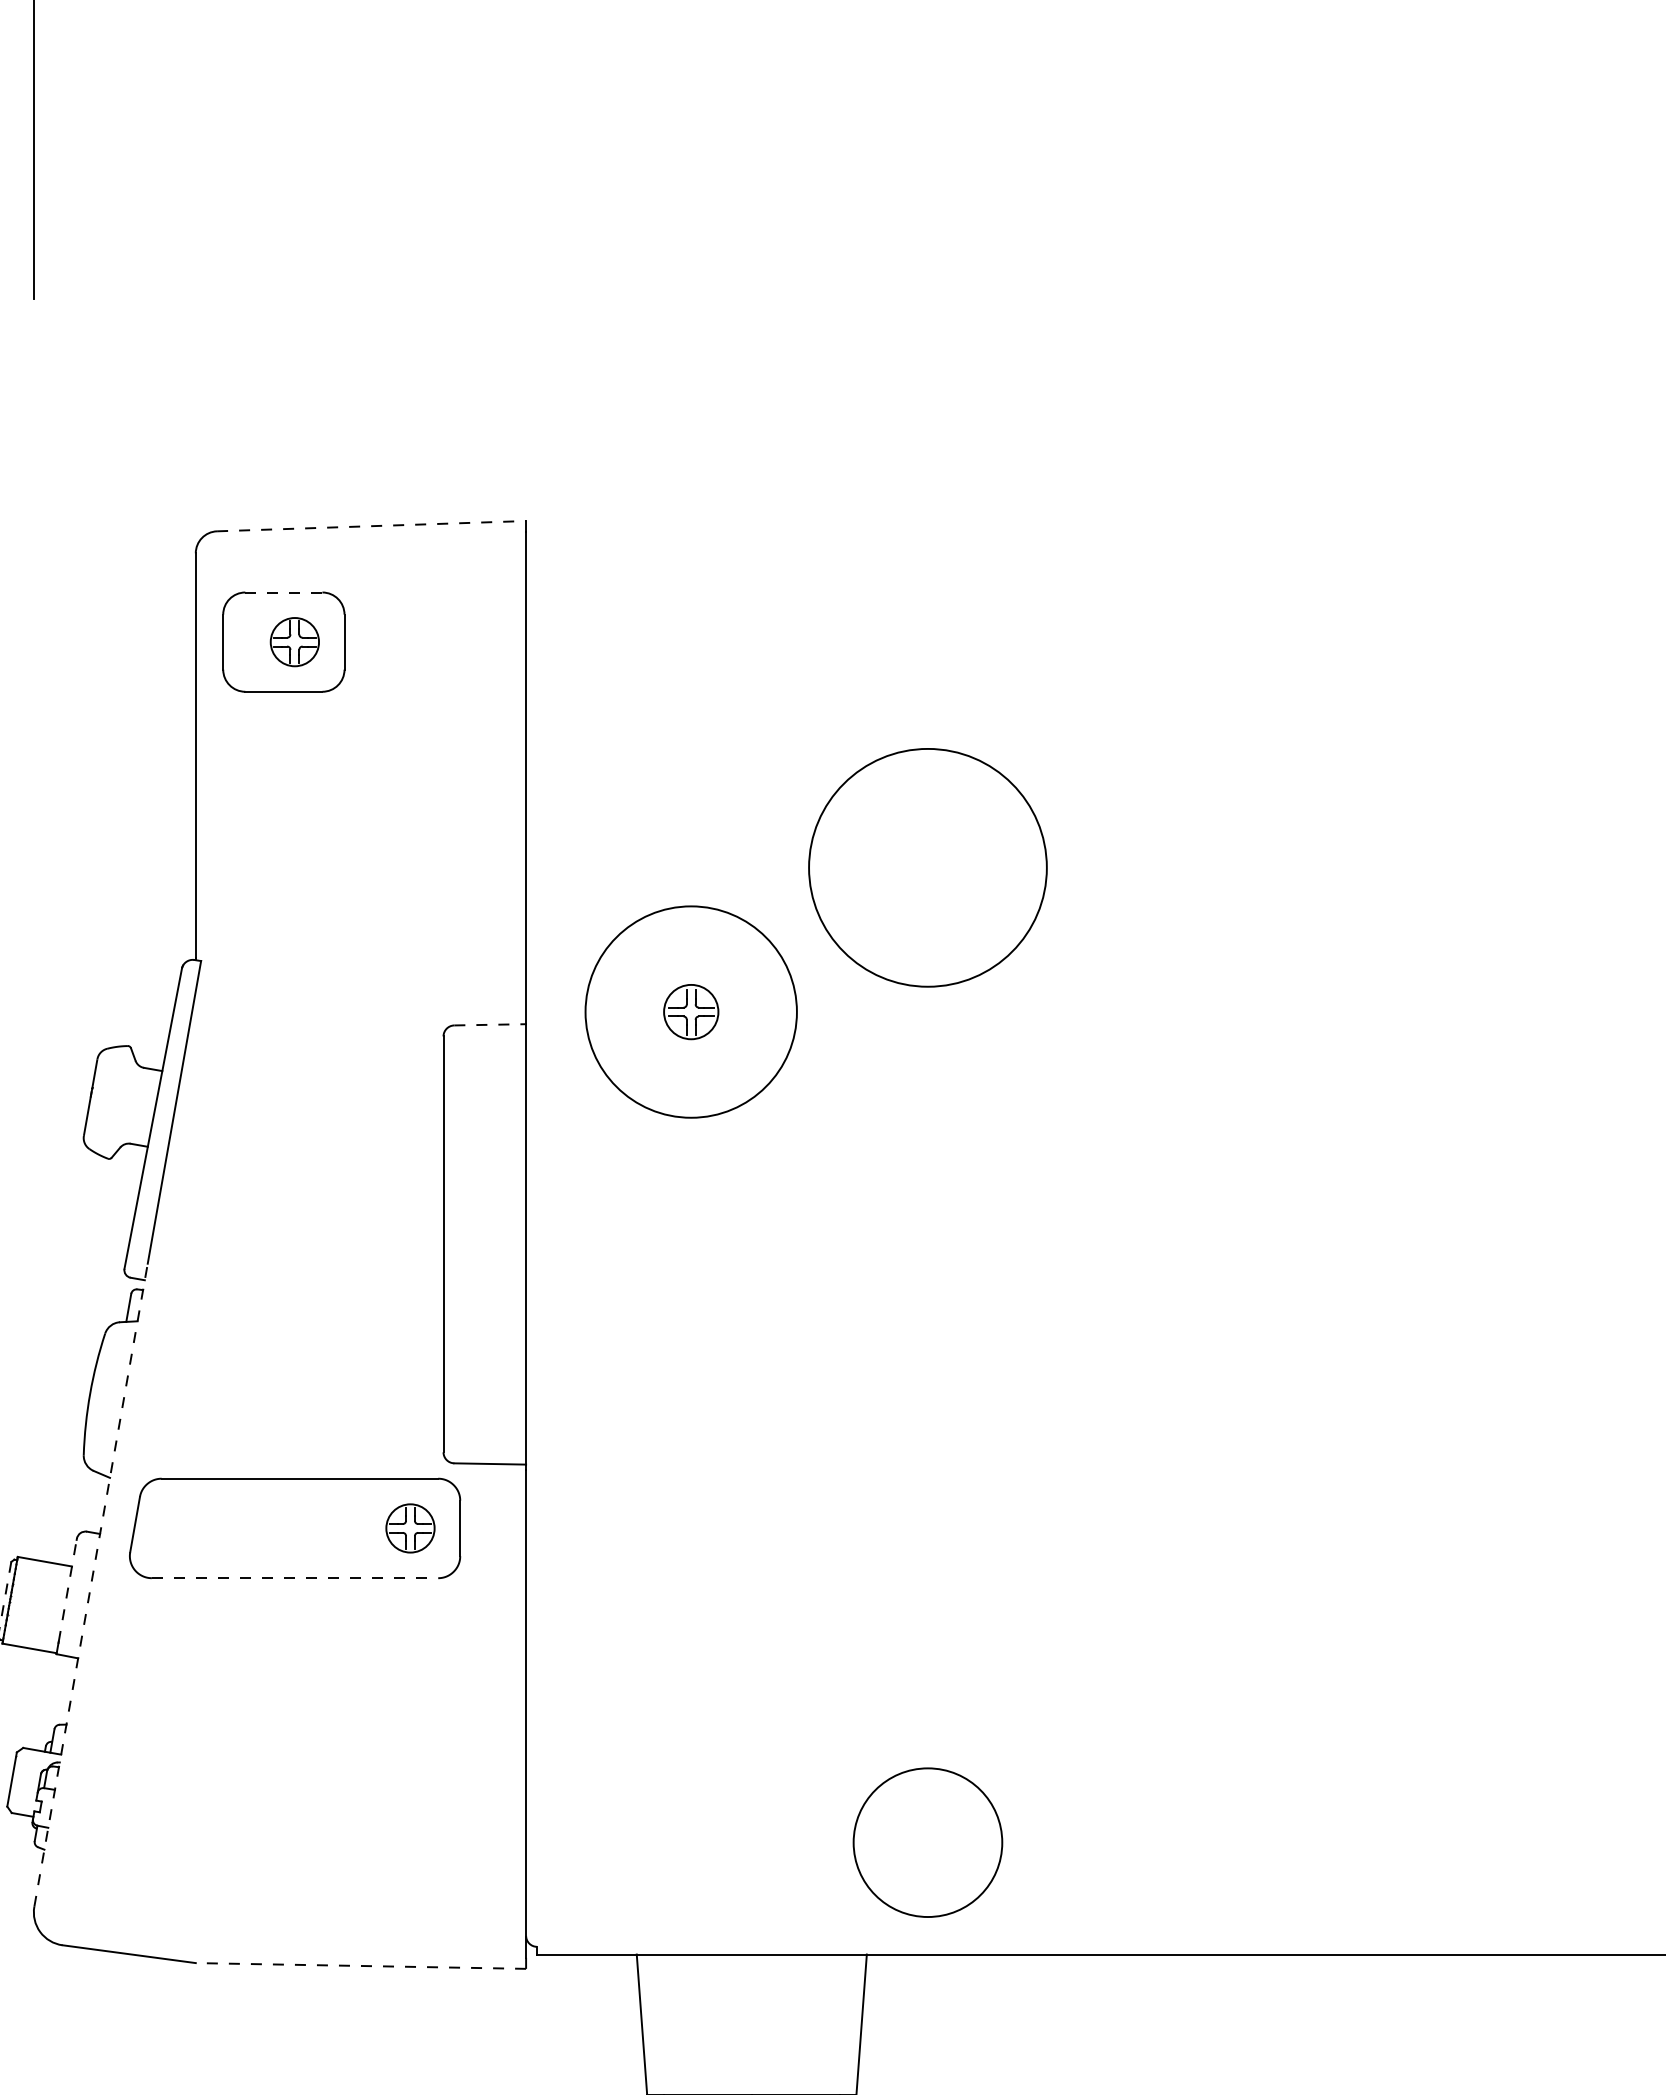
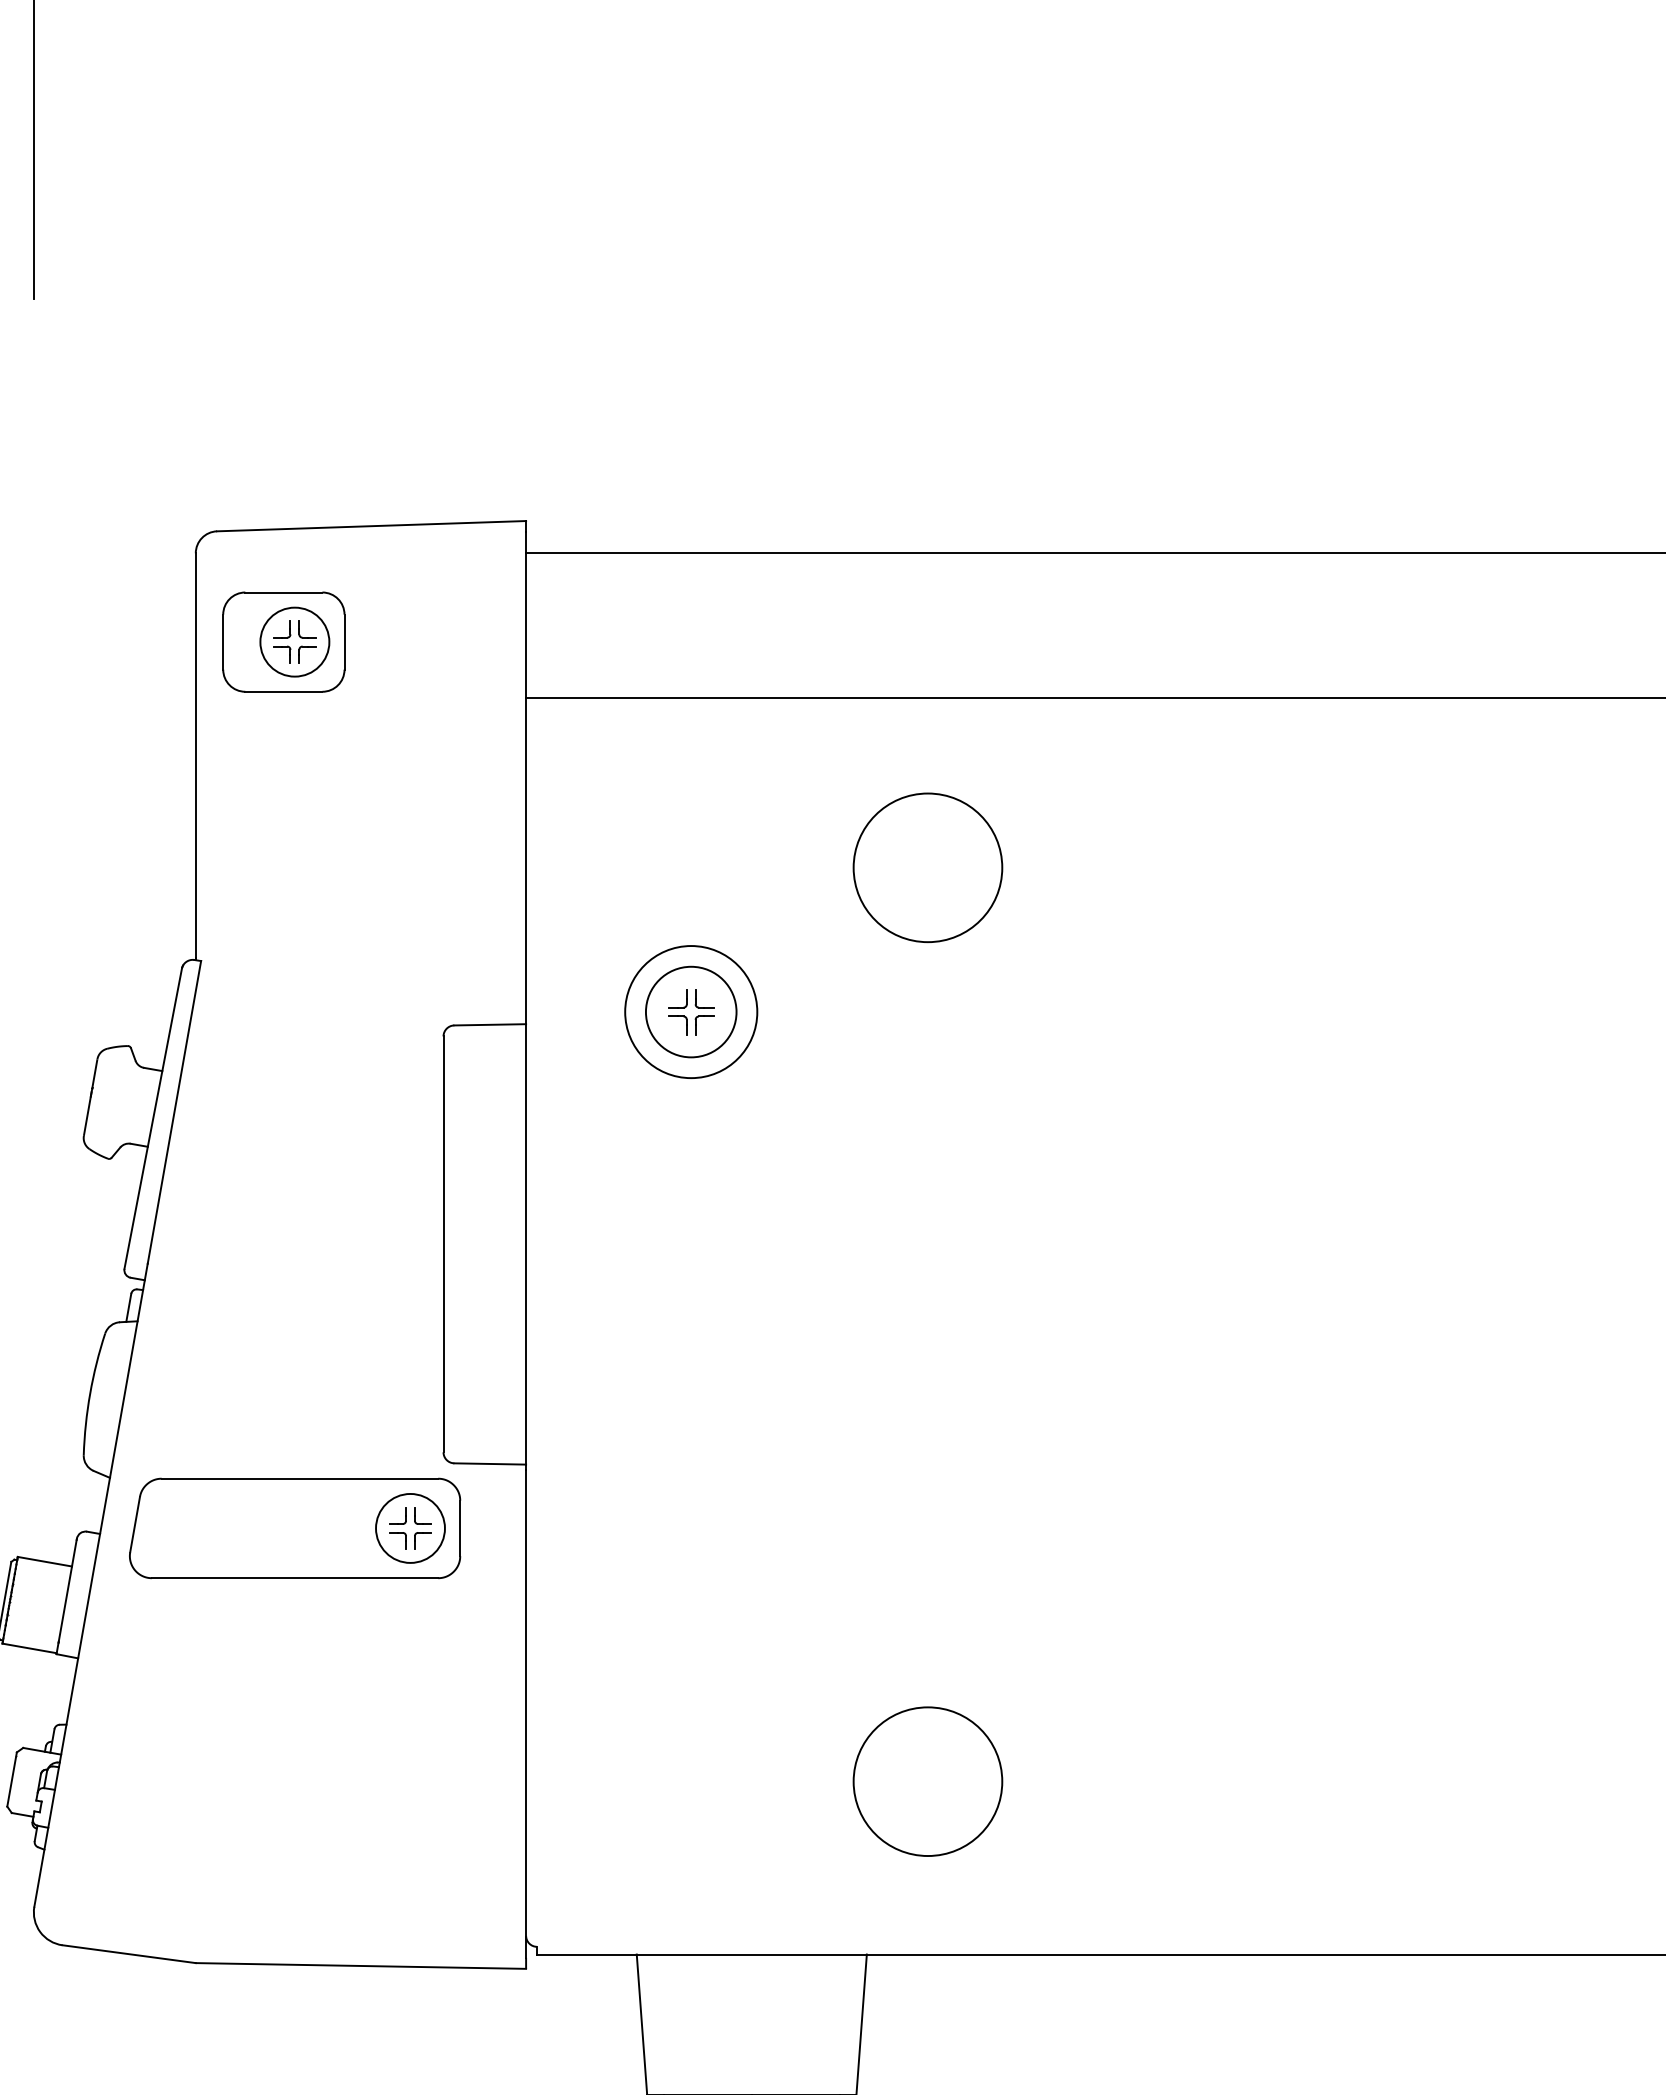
line at (371, 526): dashed -> solid
line at (1094, 552): none -> present
line at (283, 592): dashed -> solid
circle at (294, 642) diameter: 48 px -> 69 px
line at (1094, 698): none -> present
circle at (927, 867) diameter: 238 px -> 149 px
circle at (690, 1011) diameter: 211 px -> 132 px
circle at (691, 1011) diameter: 54 px -> 91 px
line at (490, 1024): dashed -> solid
circle at (410, 1528) diameter: 48 px -> 69 px
line at (295, 1578): dashed -> solid
line at (91, 1584): dashed -> solid
line at (67, 1590): dashed -> solid
line at (5, 1593): dashed -> solid
circle at (927, 1842) position: (927, 1842) -> (927, 1781)
line at (360, 1965): dashed -> solid
